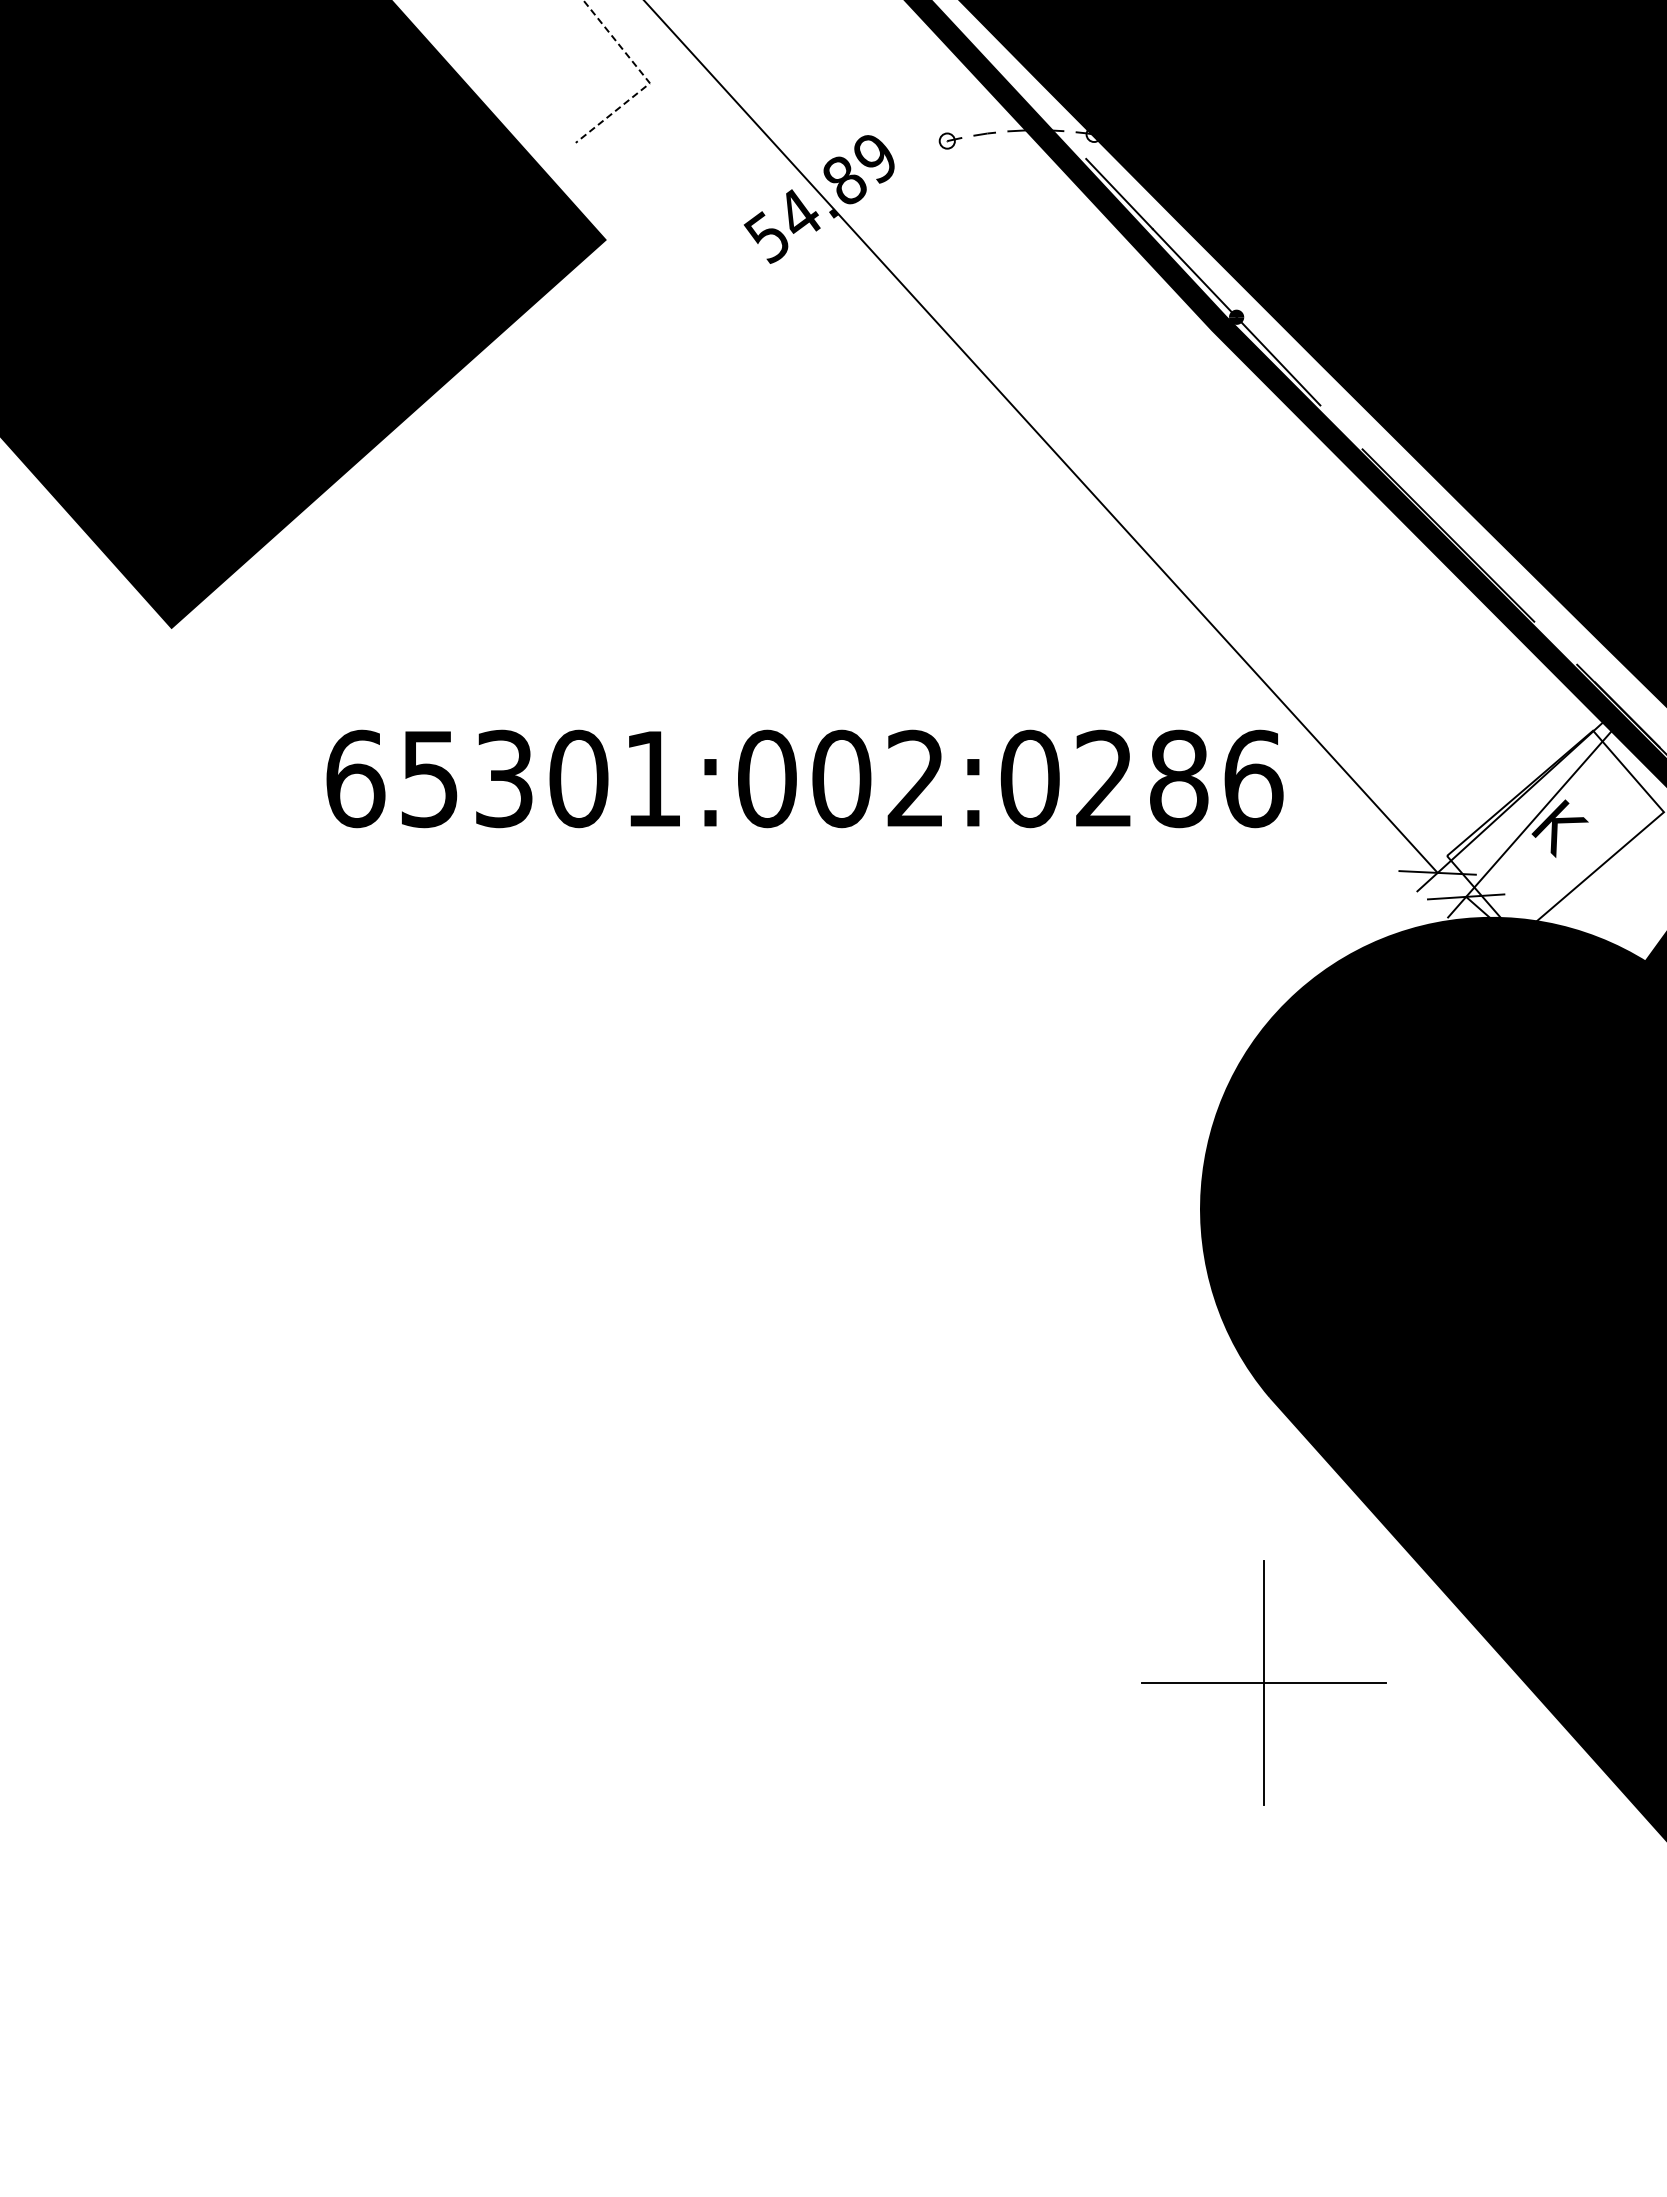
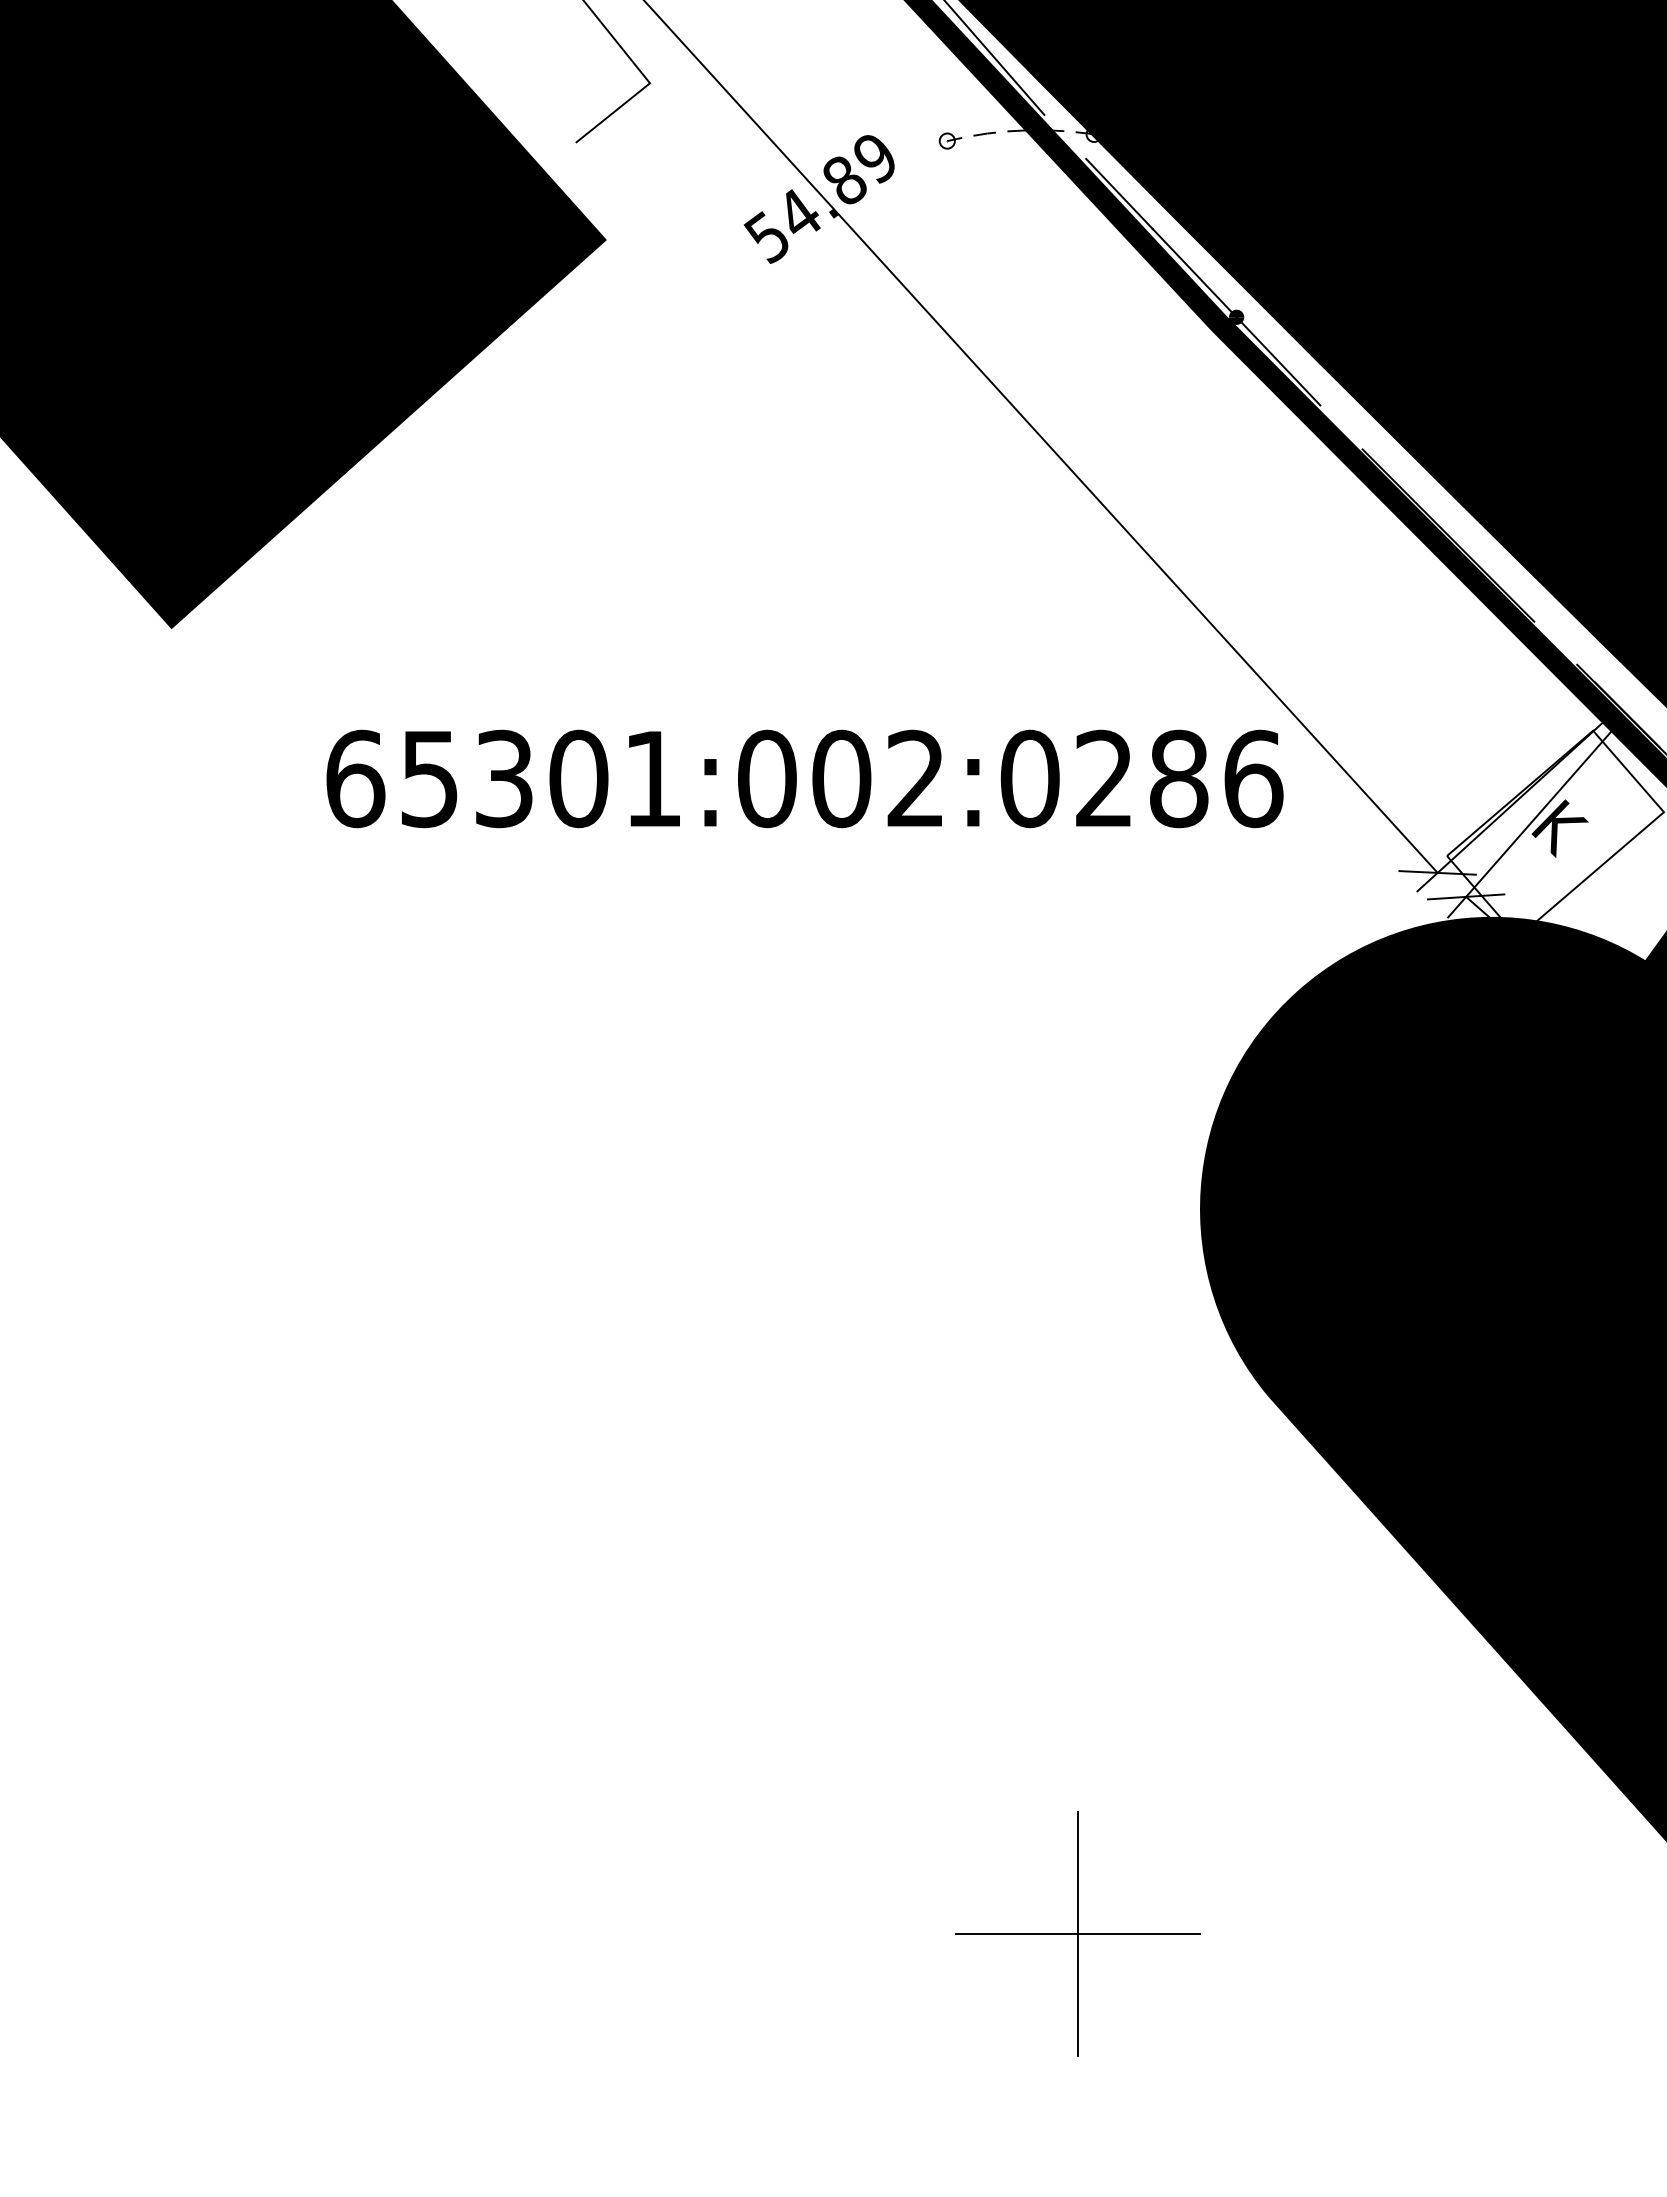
line at (995, 58): none -> present
line at (647, 80): dashed -> solid
part at (1263, 1682) position: (1263, 1682) -> (1077, 1933)
